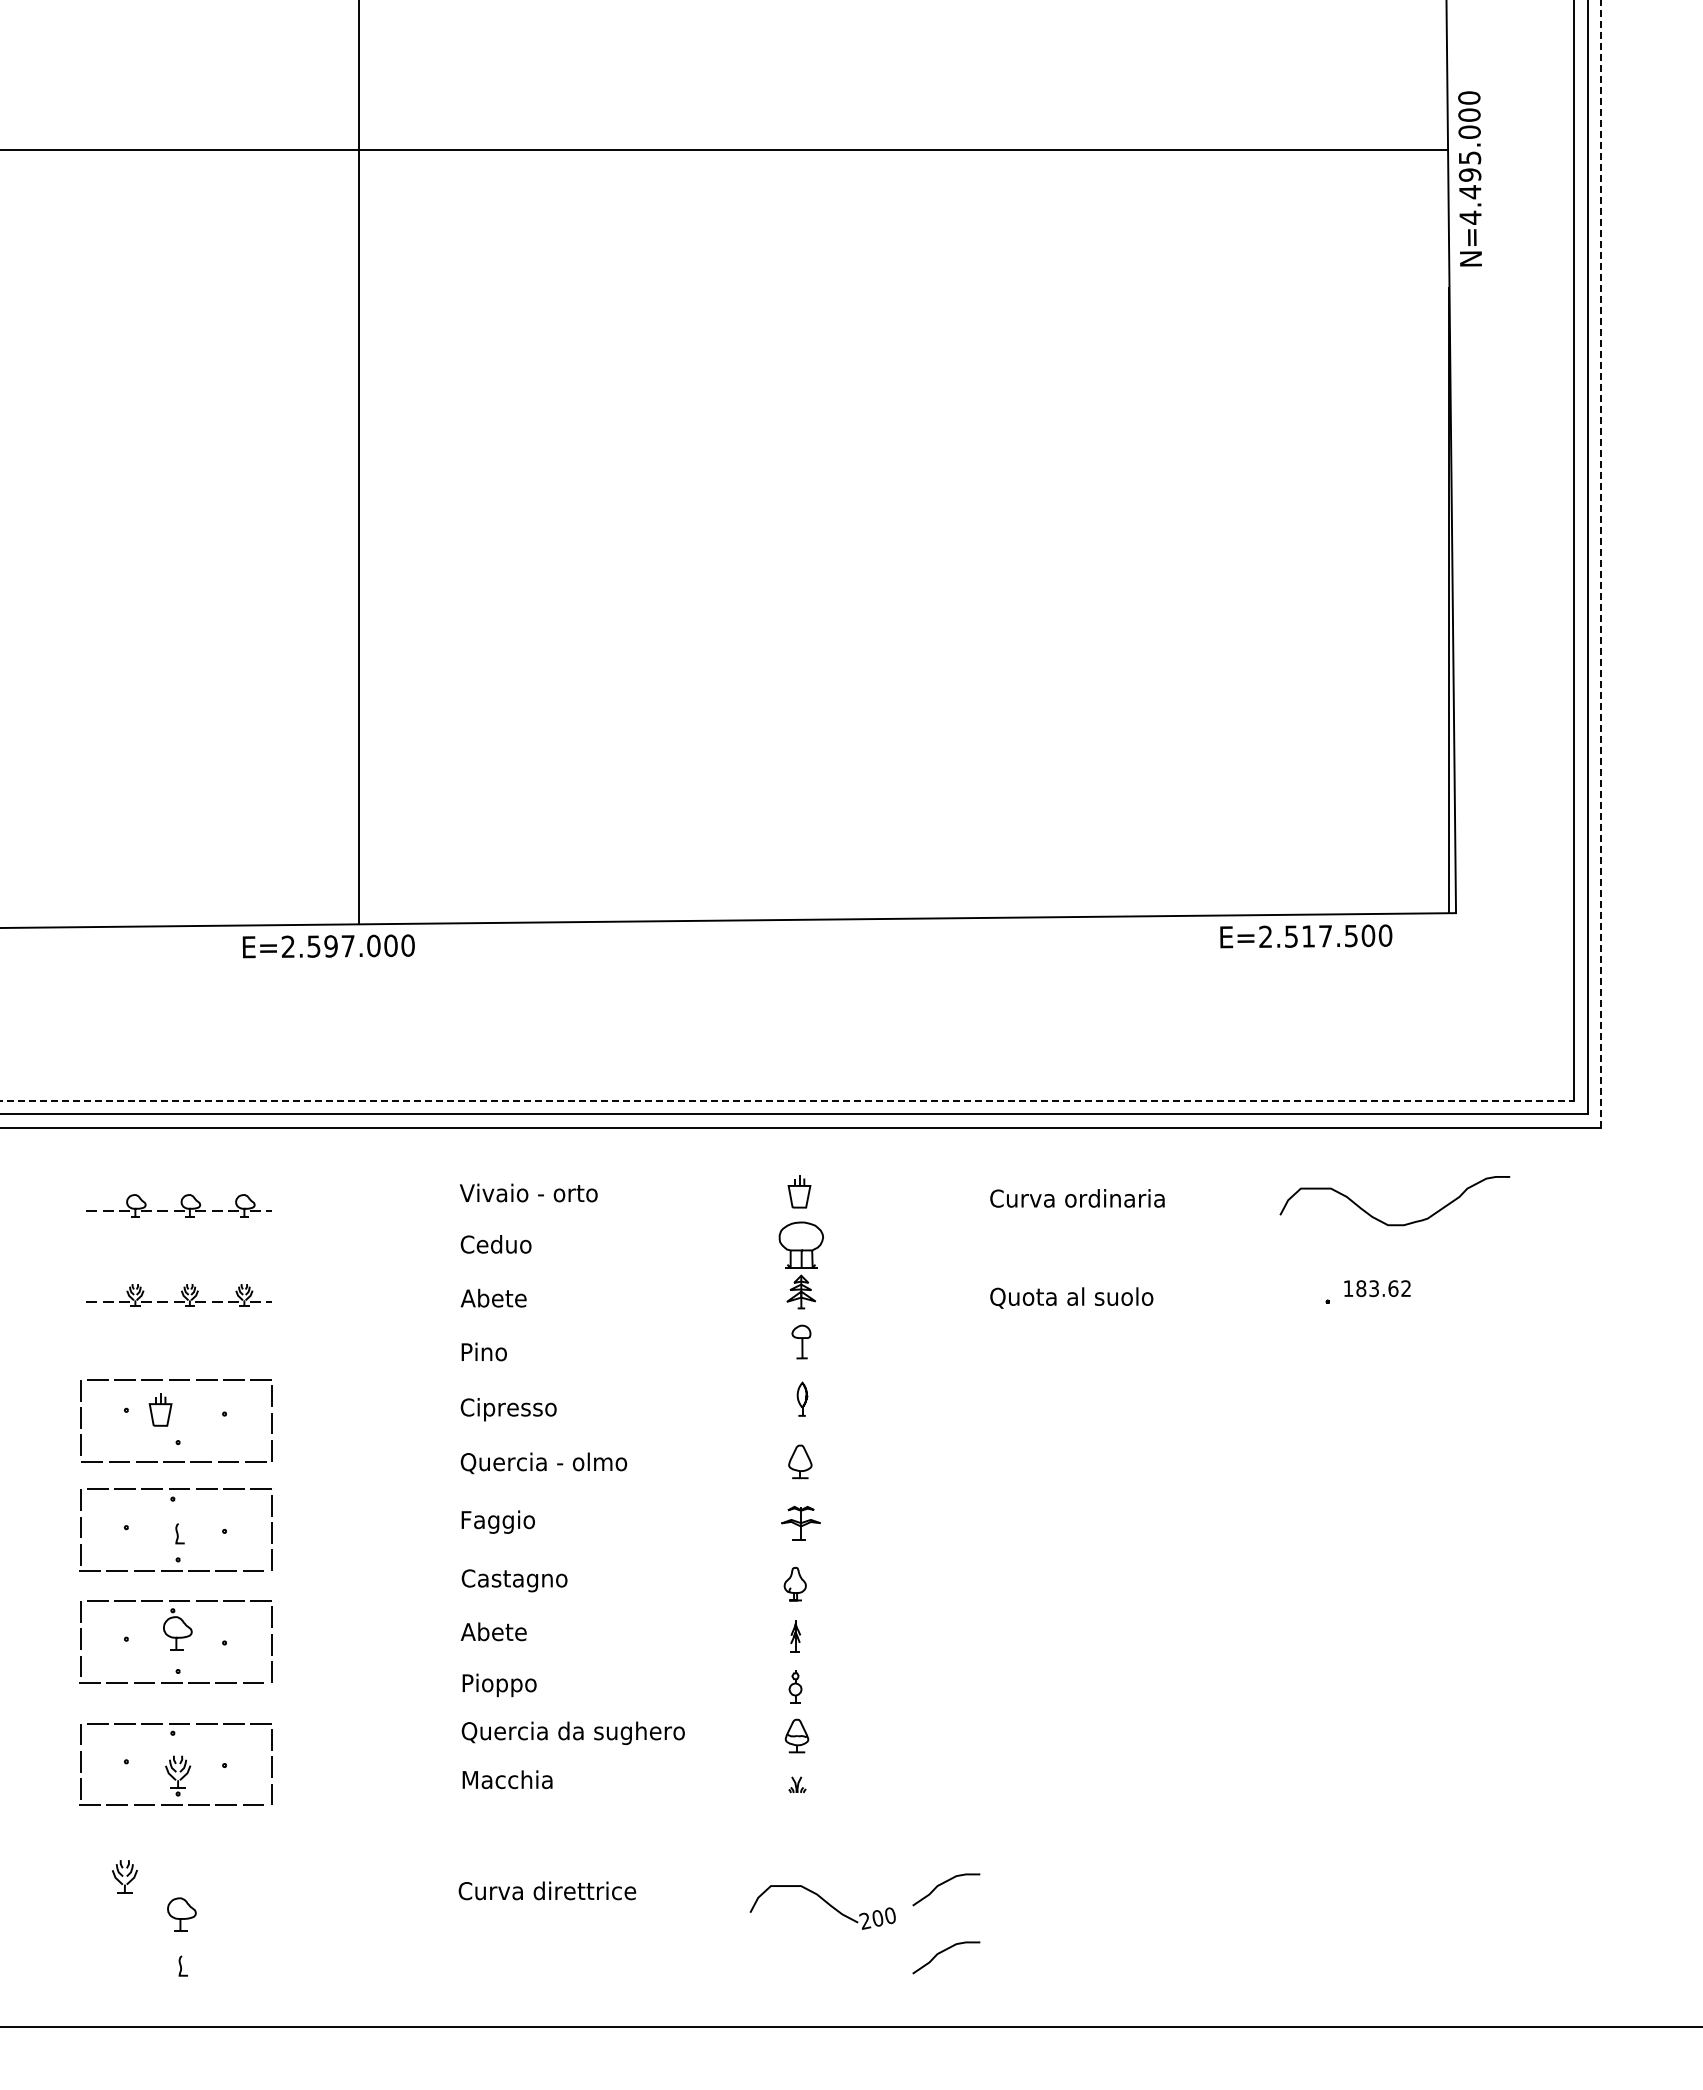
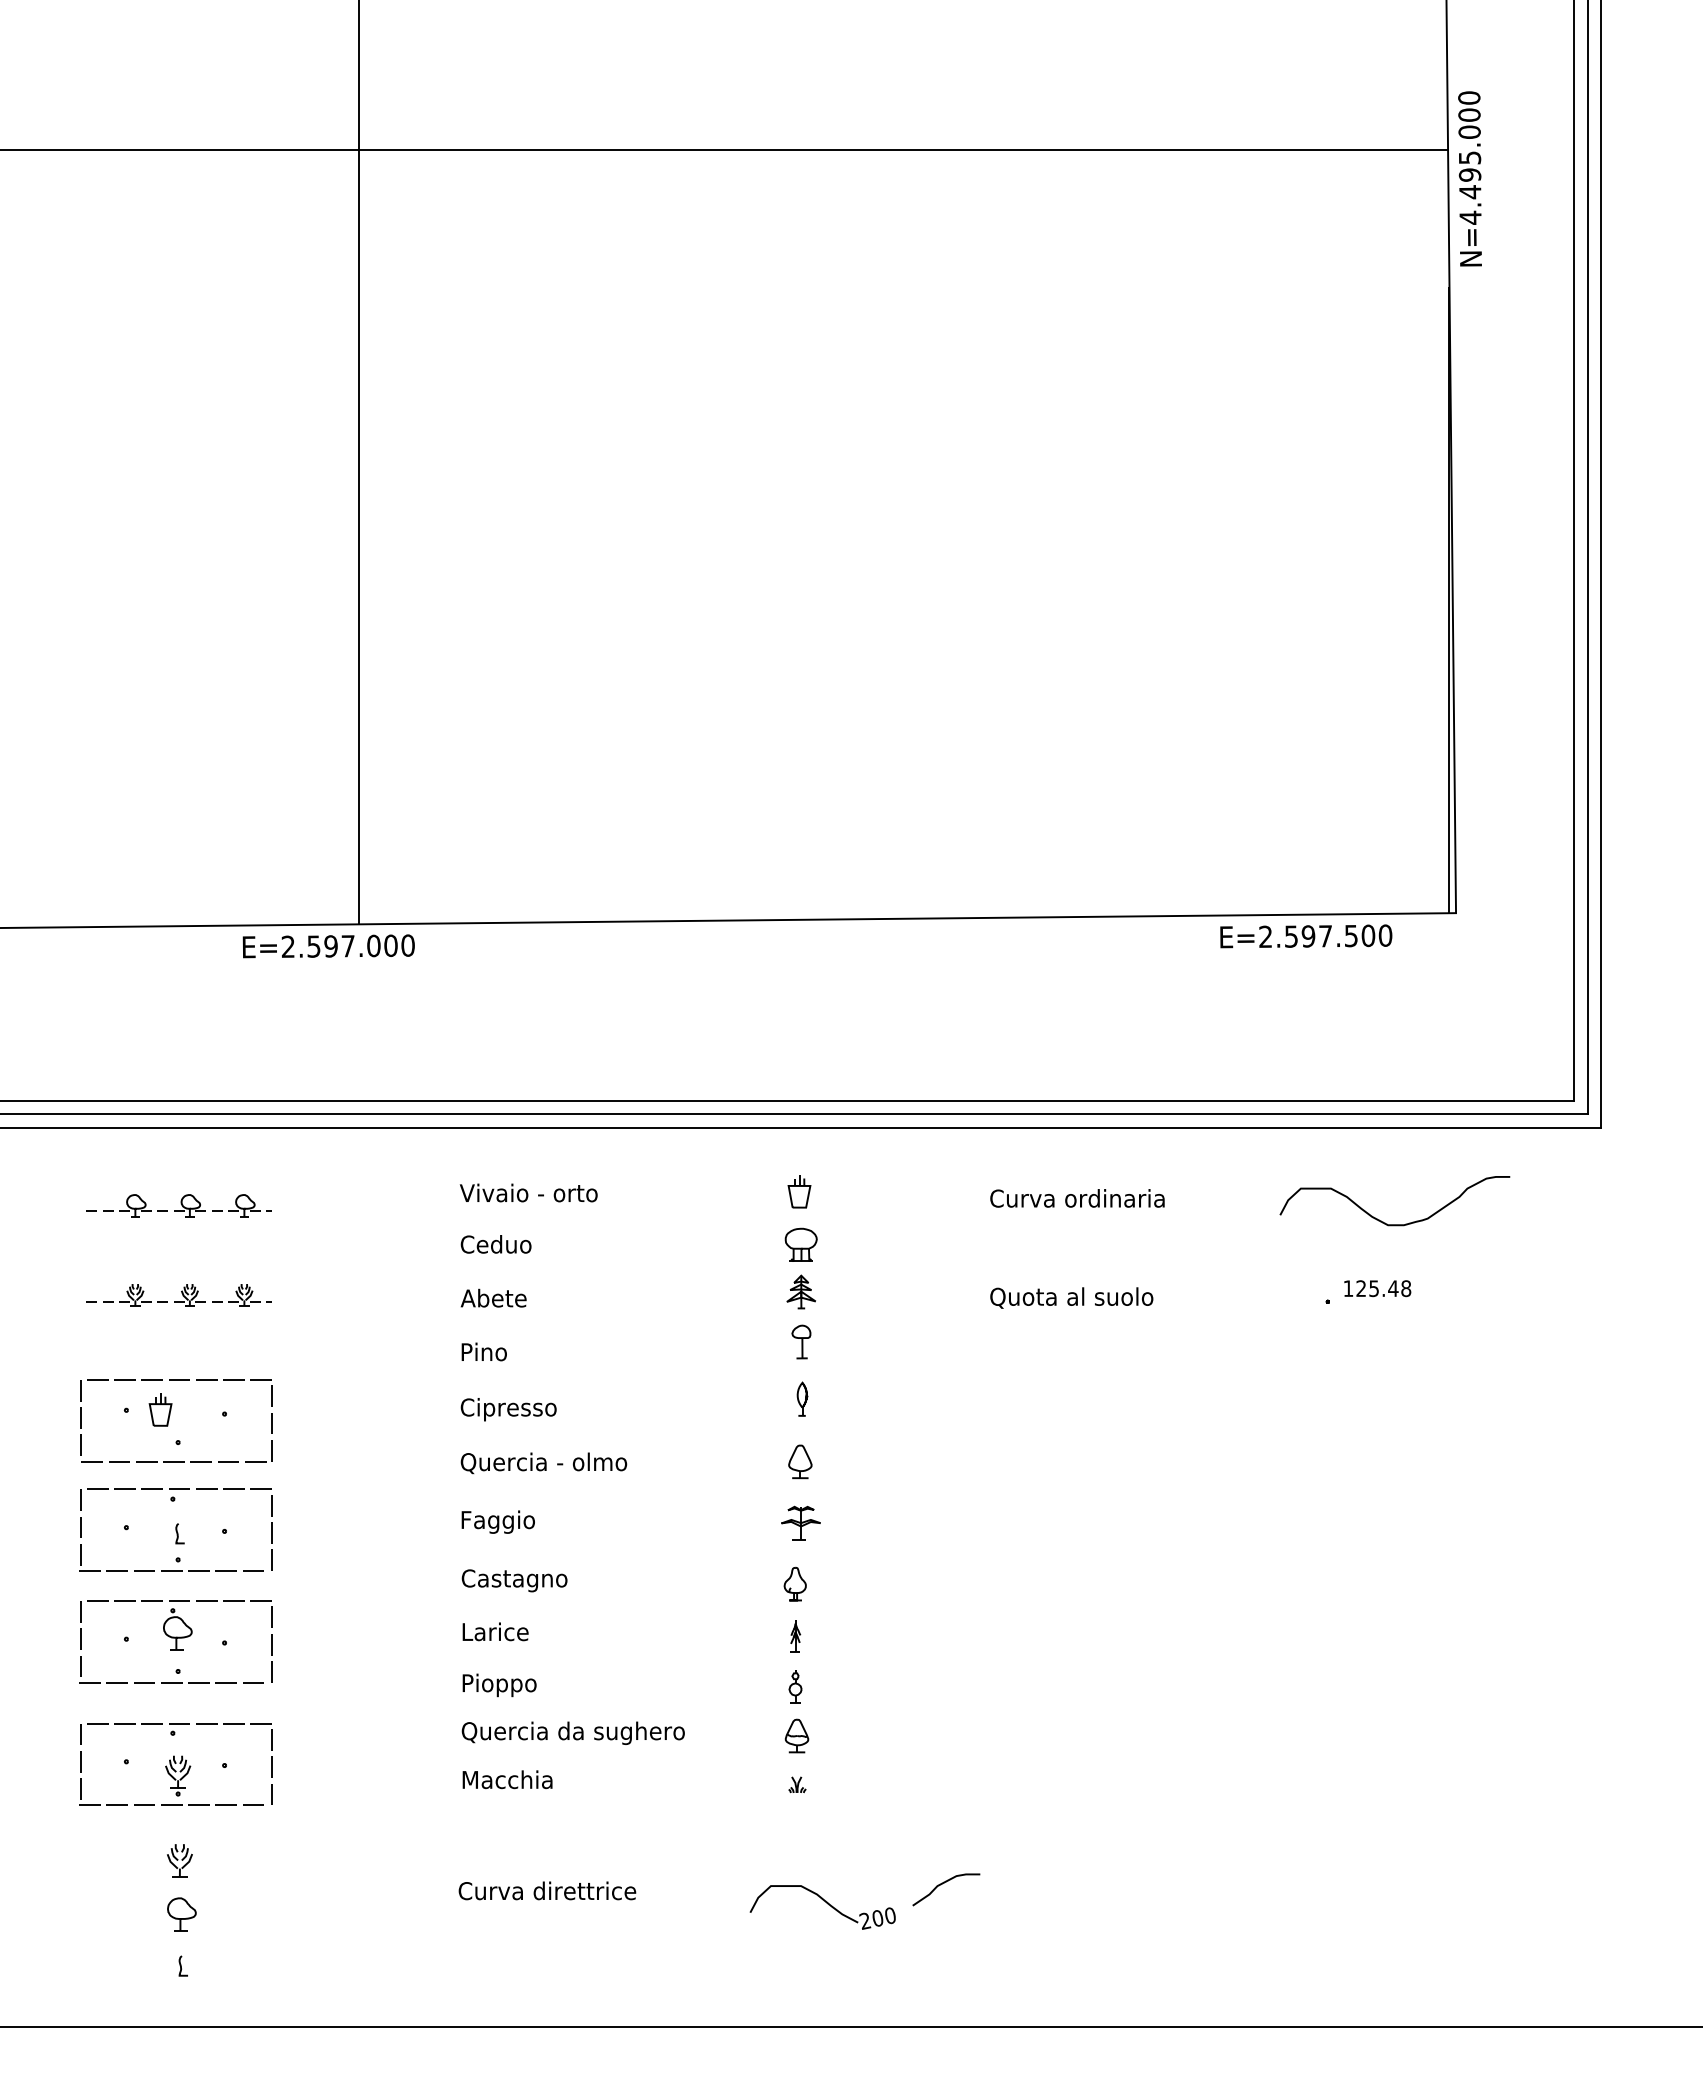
line at (1601, 563): dashed -> solid
text at (1308, 936): E=2.517.500 -> E=2.597.500
line at (787, 1100): dashed -> solid
part at (800, 1244) size: 46x48 px -> 34x35 px
text at (1383, 1288): 183.62 -> 125.48
text at (494, 1631): Abete -> Larice
part at (124, 1876) position: (124, 1876) -> (179, 1860)
curve at (944, 1951): present -> none
